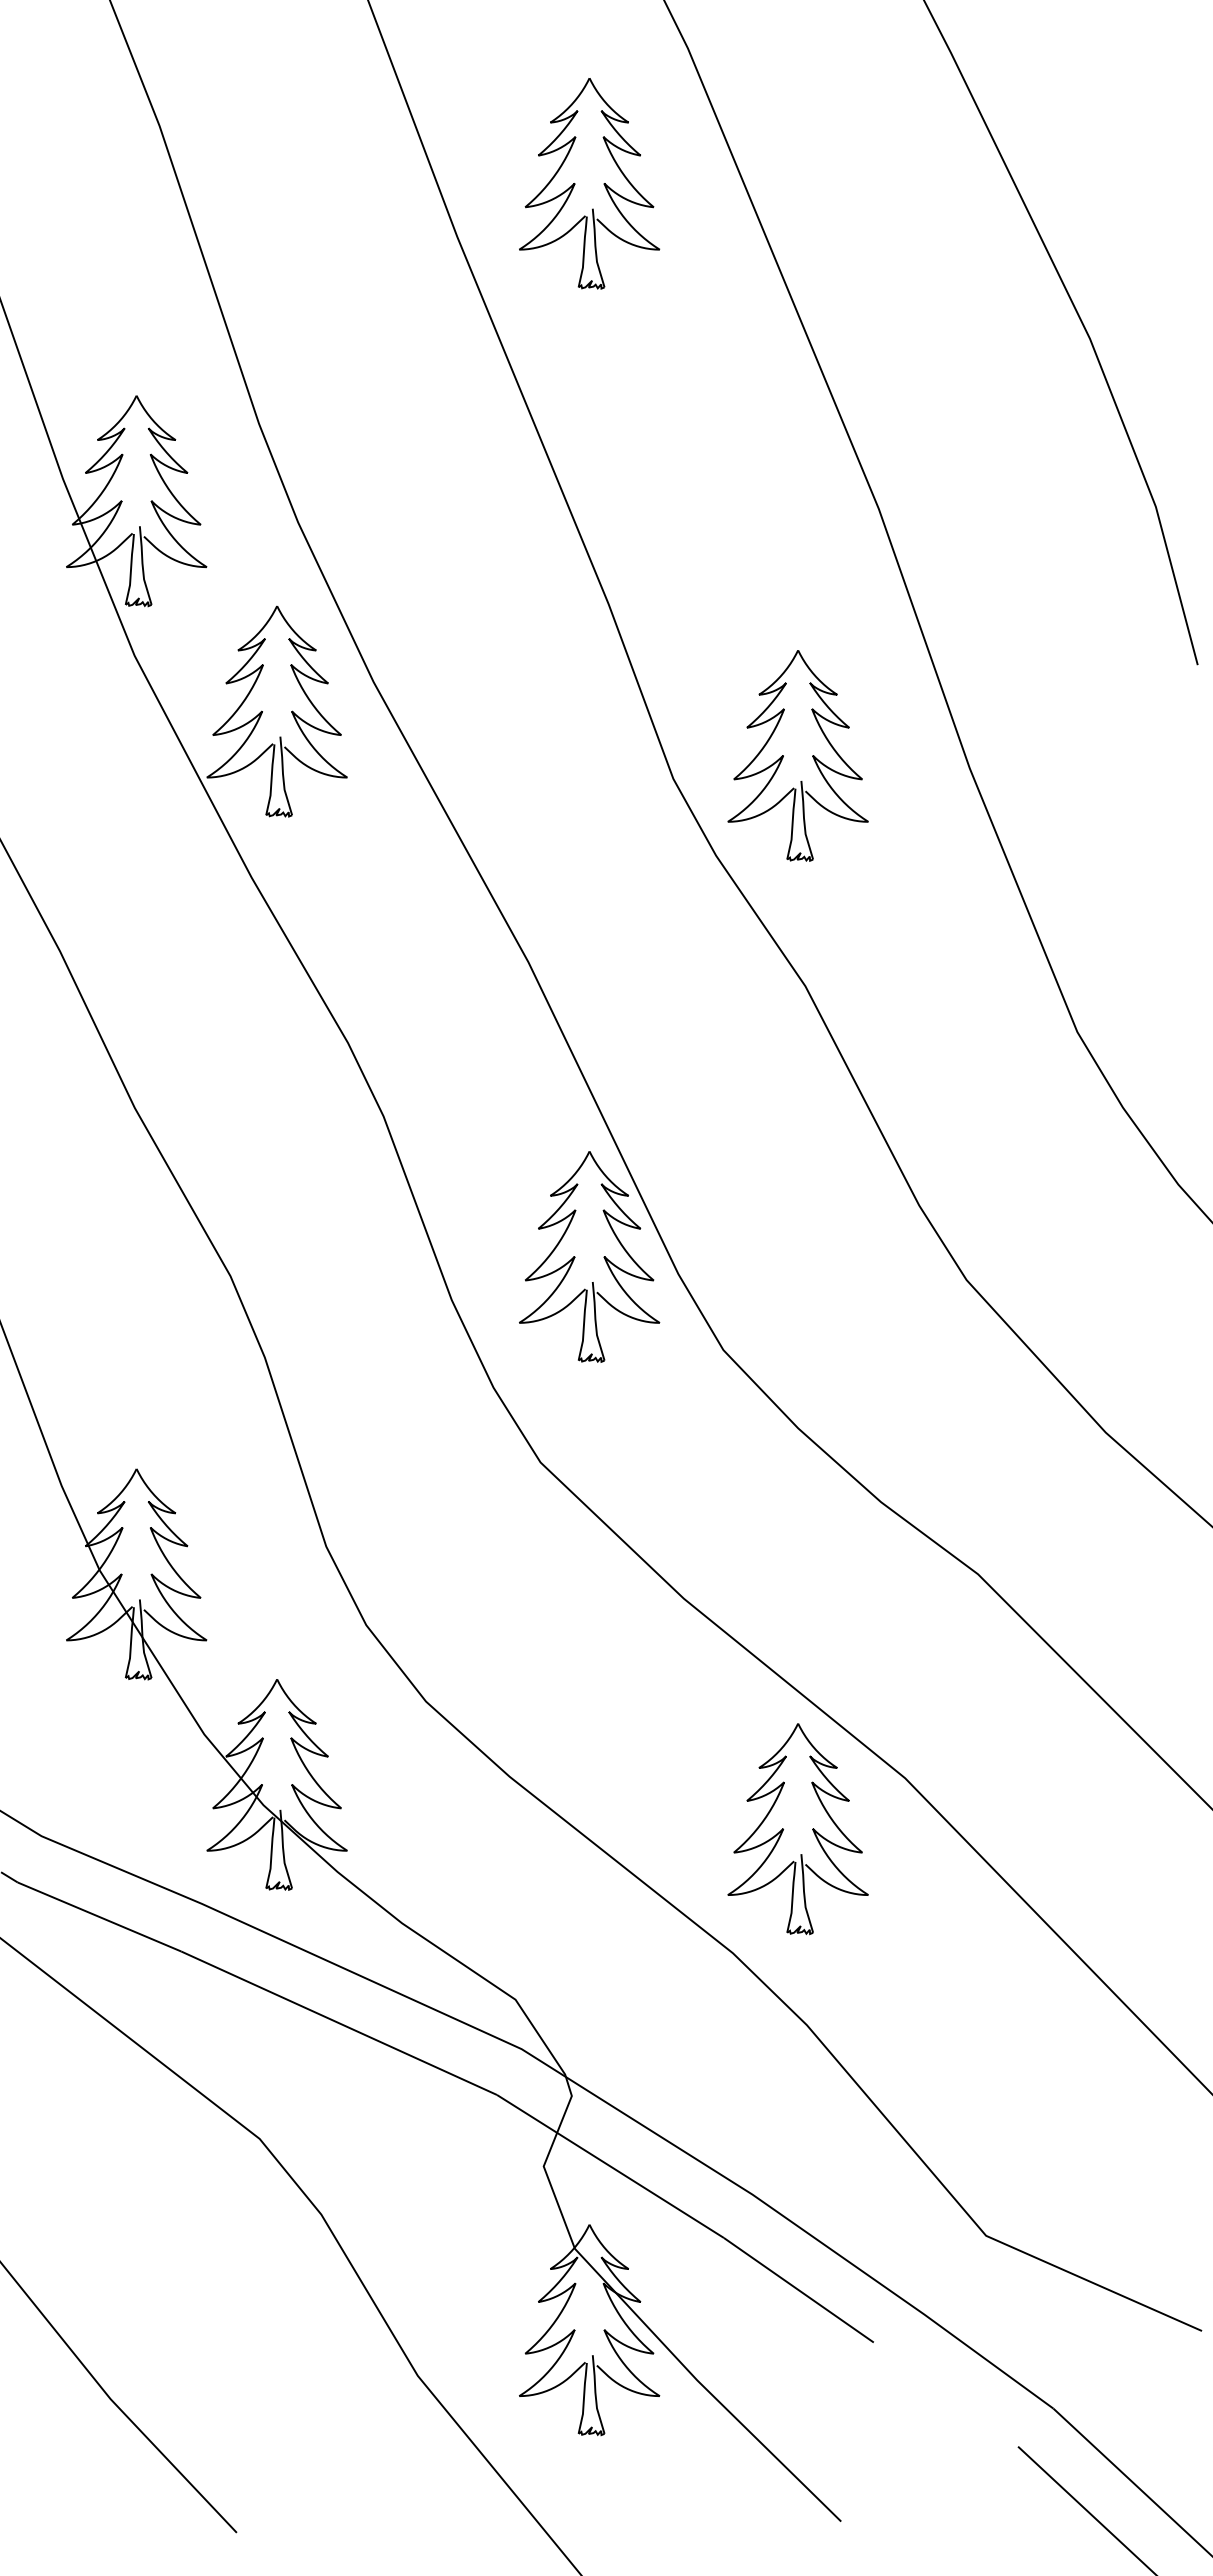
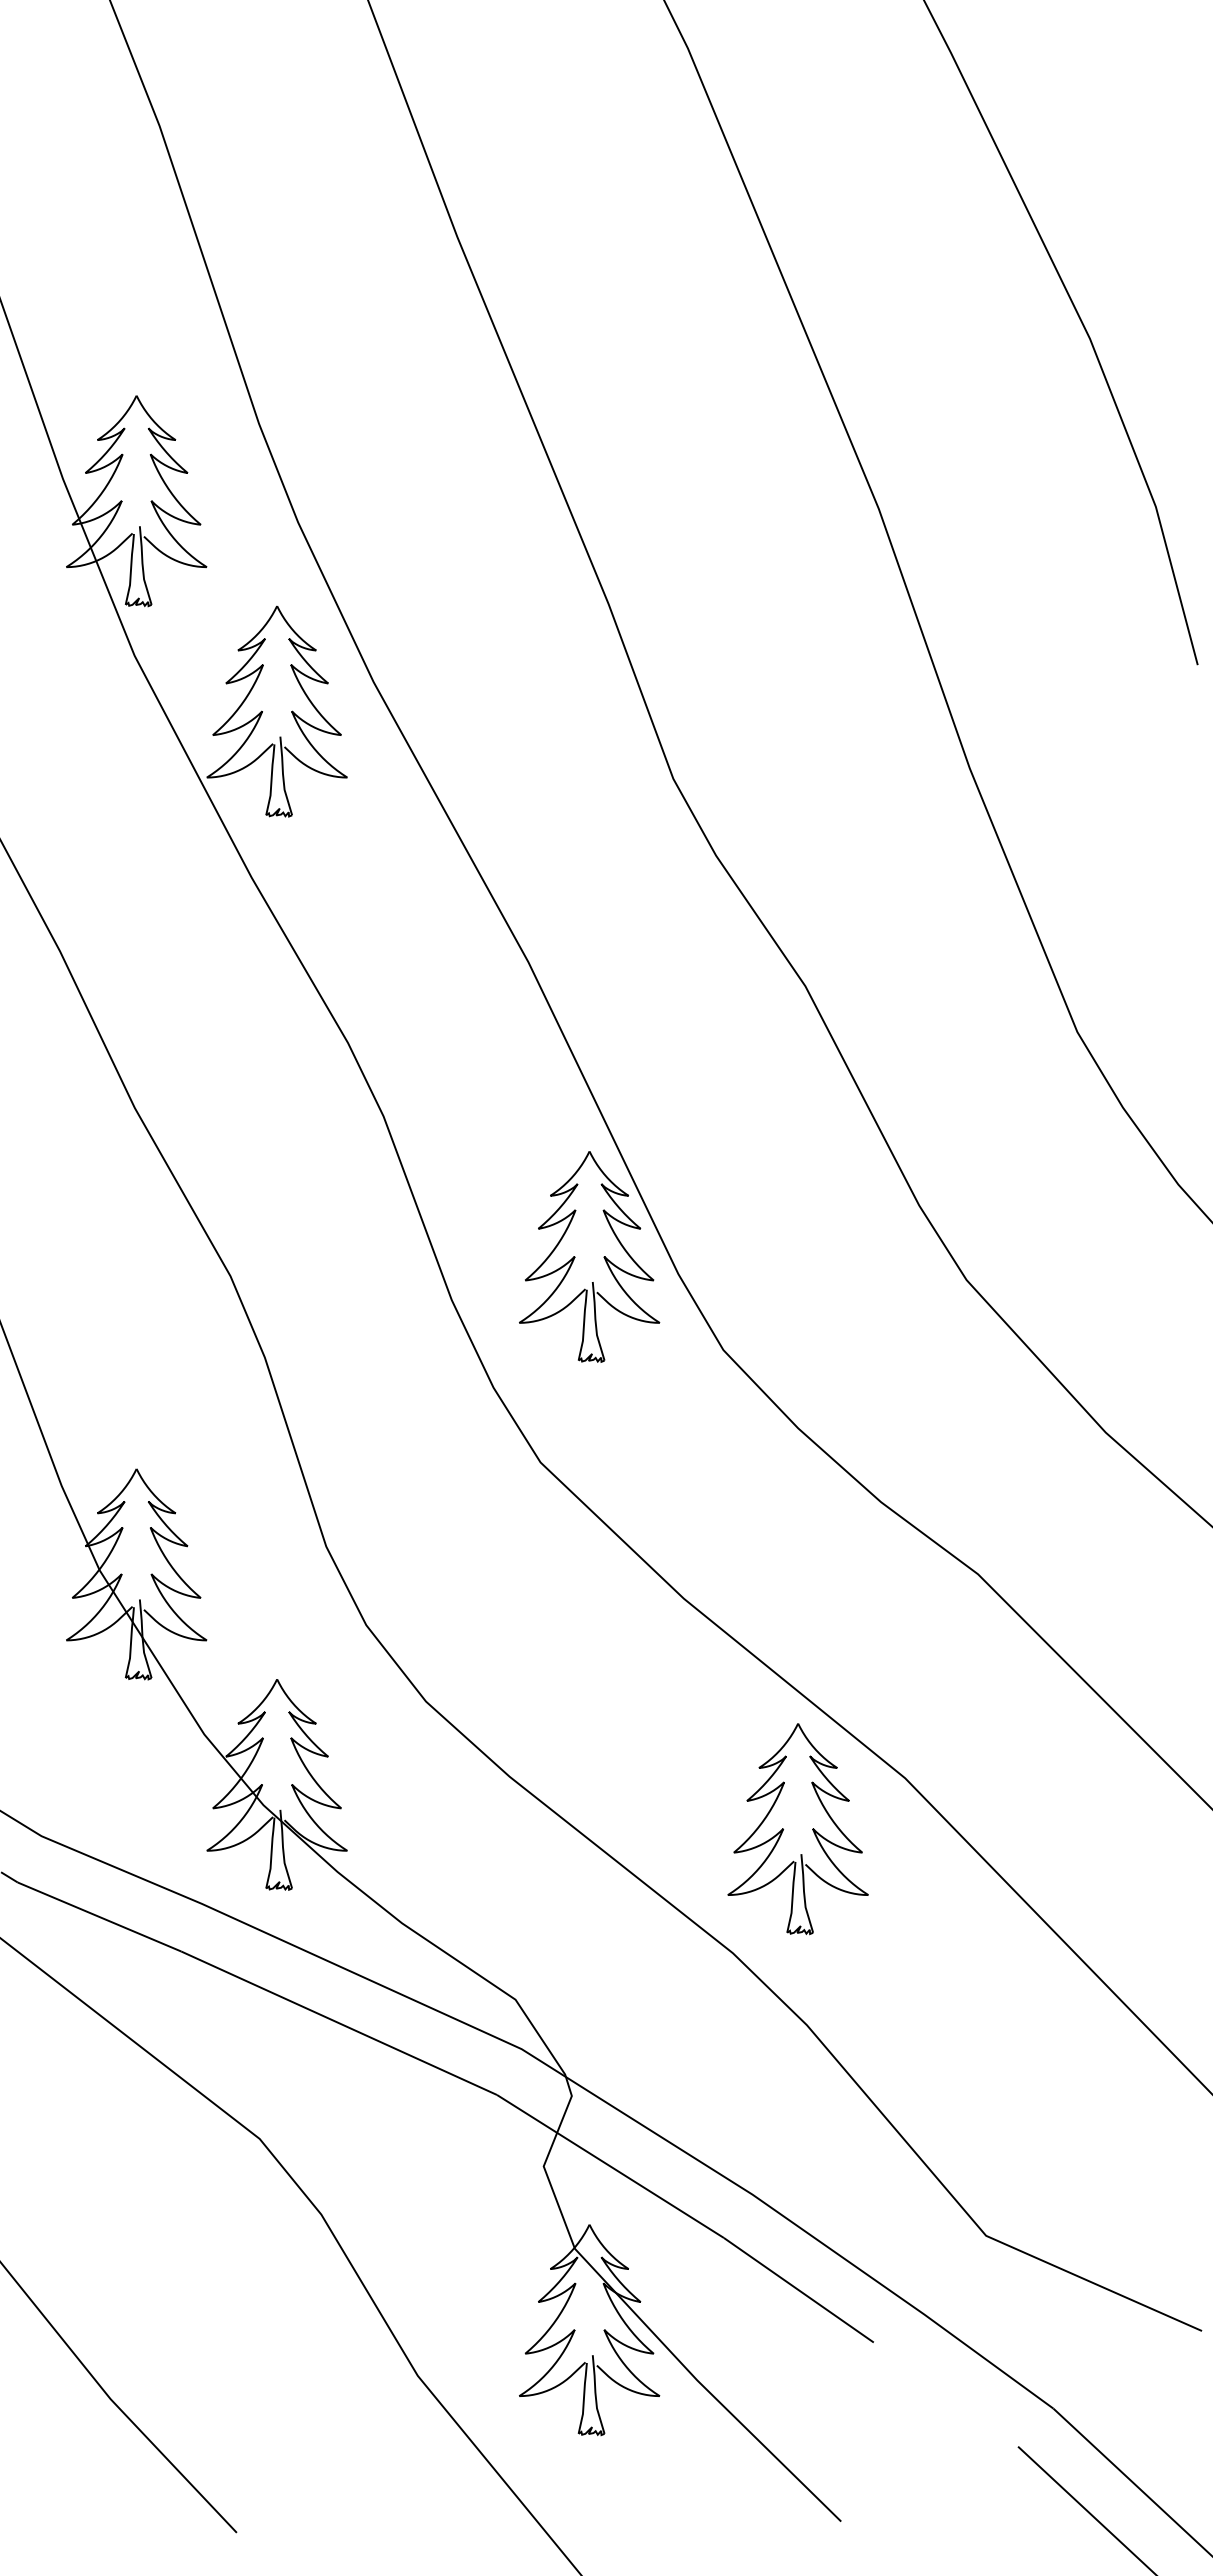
part at (575, 183): present -> none
part at (783, 755): present -> none
